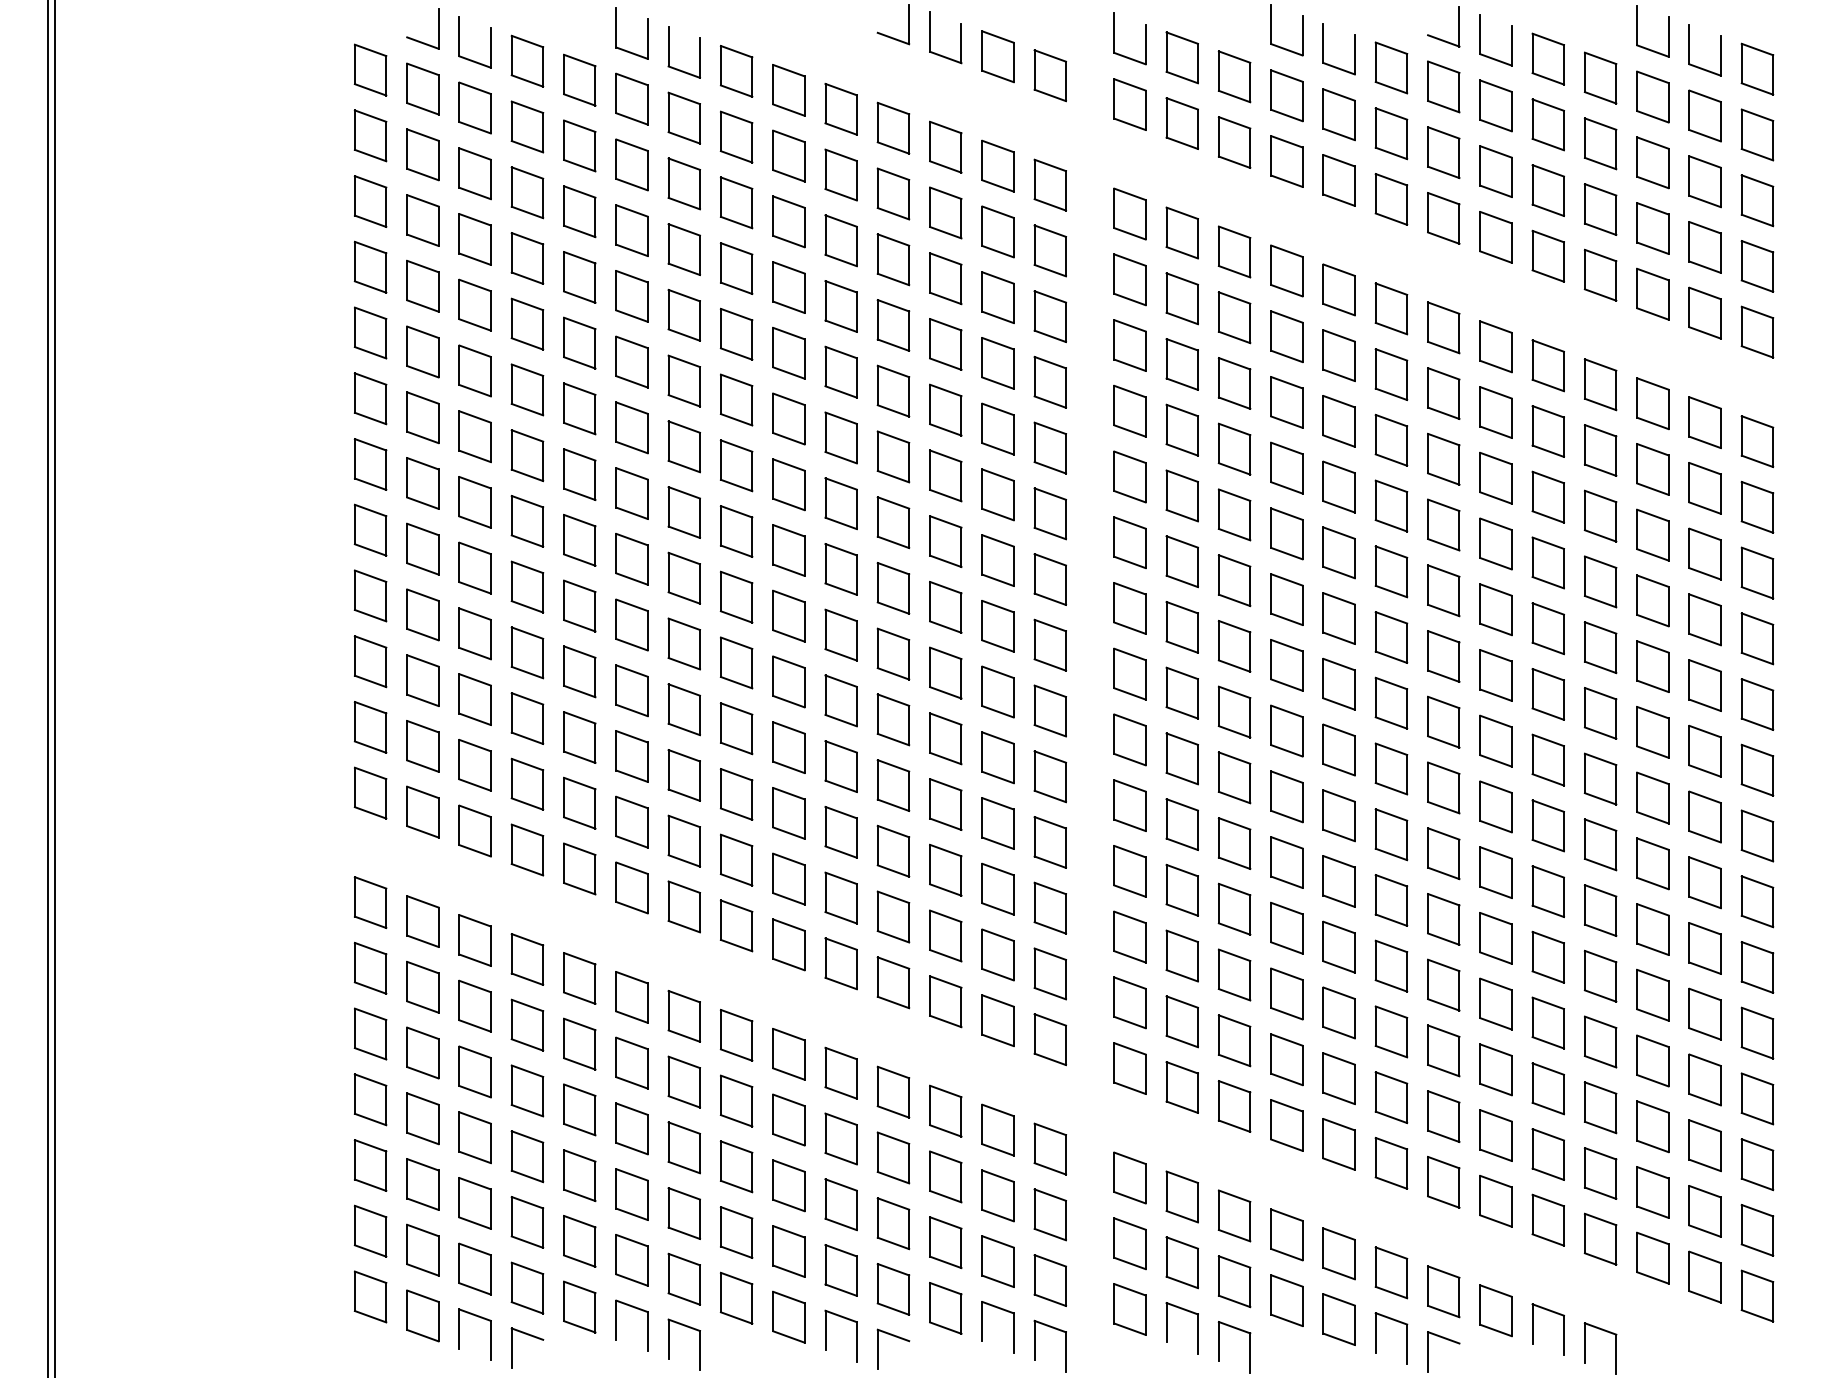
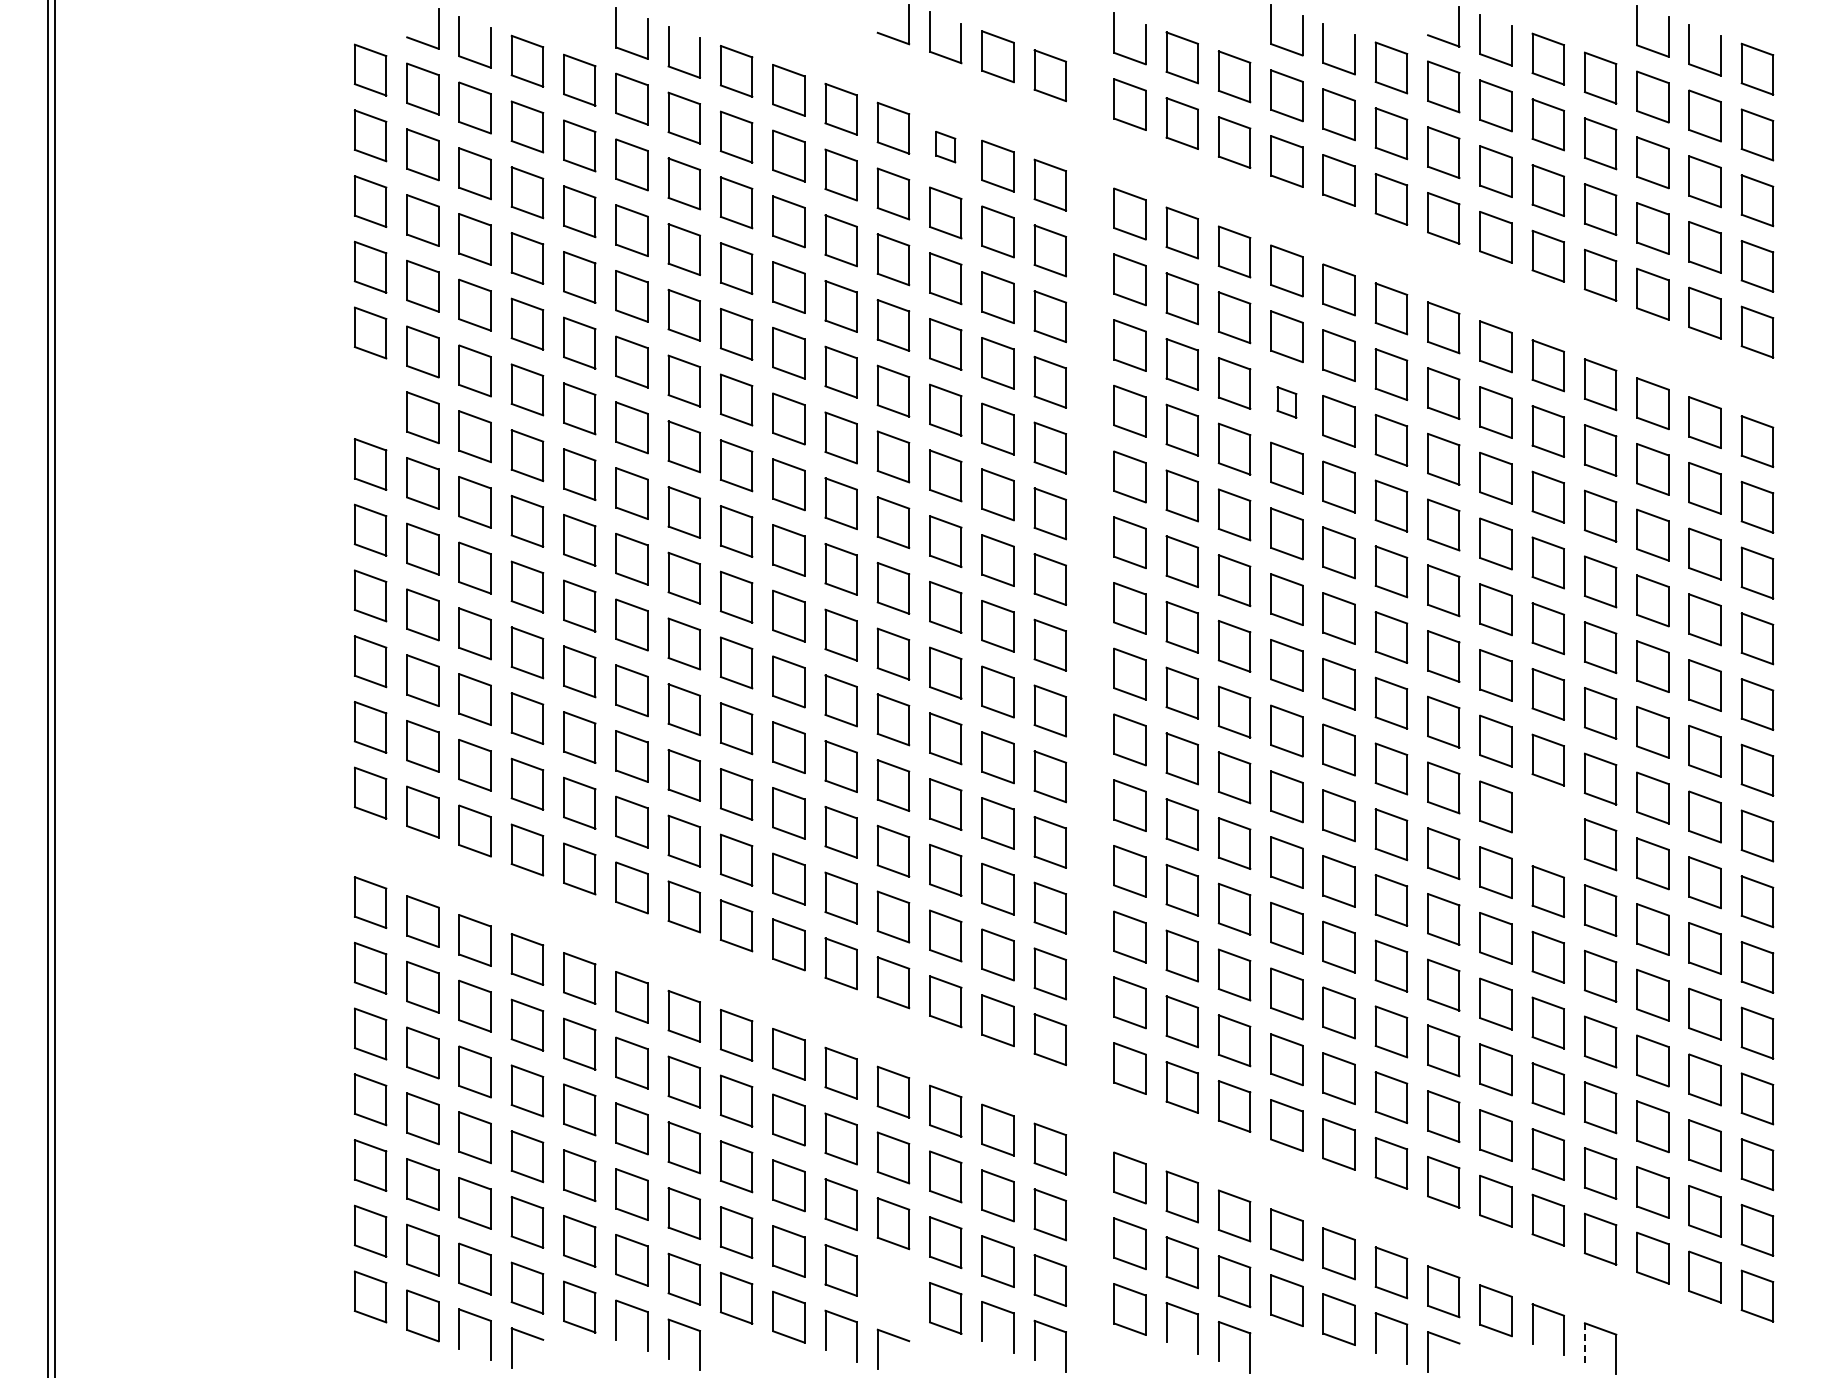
part at (945, 146) size: 34x54 px -> 22x33 px
part at (370, 398): present -> none
part at (1286, 402) size: 34x53 px -> 22x33 px
part at (1547, 825): present -> none
part at (893, 1289): present -> none
line at (1584, 1343): solid -> dashed
